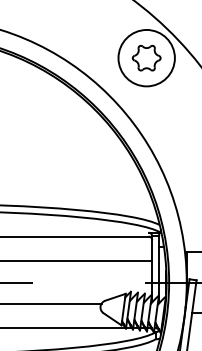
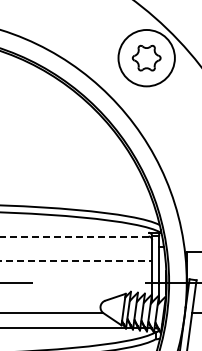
line at (74, 236): solid -> dashed
line at (76, 261): solid -> dashed
line at (51, 303) position: (51, 303) -> (51, 312)
